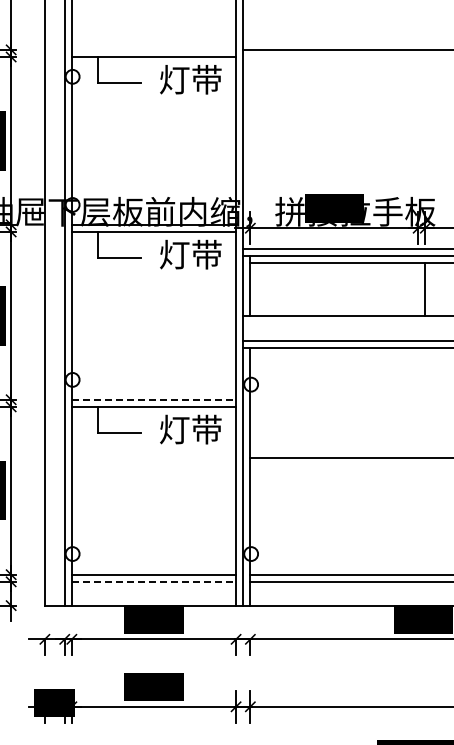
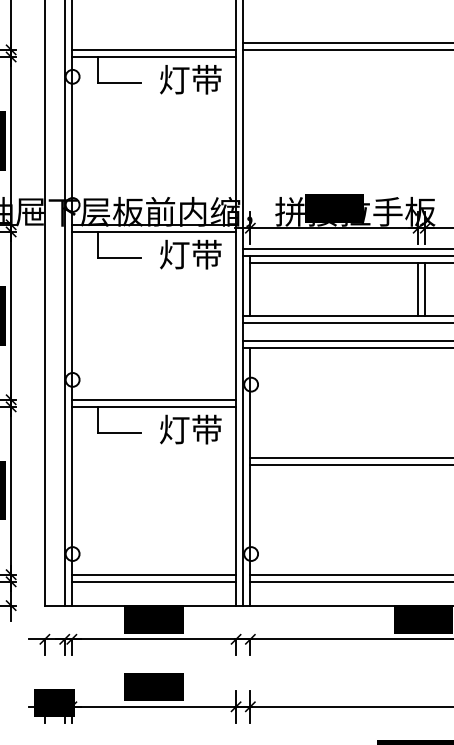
line at (346, 43): none -> present
line at (153, 49): none -> present
line at (418, 289): none -> present
line at (346, 323): none -> present
line at (154, 399): dashed -> solid
line at (350, 465): none -> present
line at (154, 581): dashed -> solid
